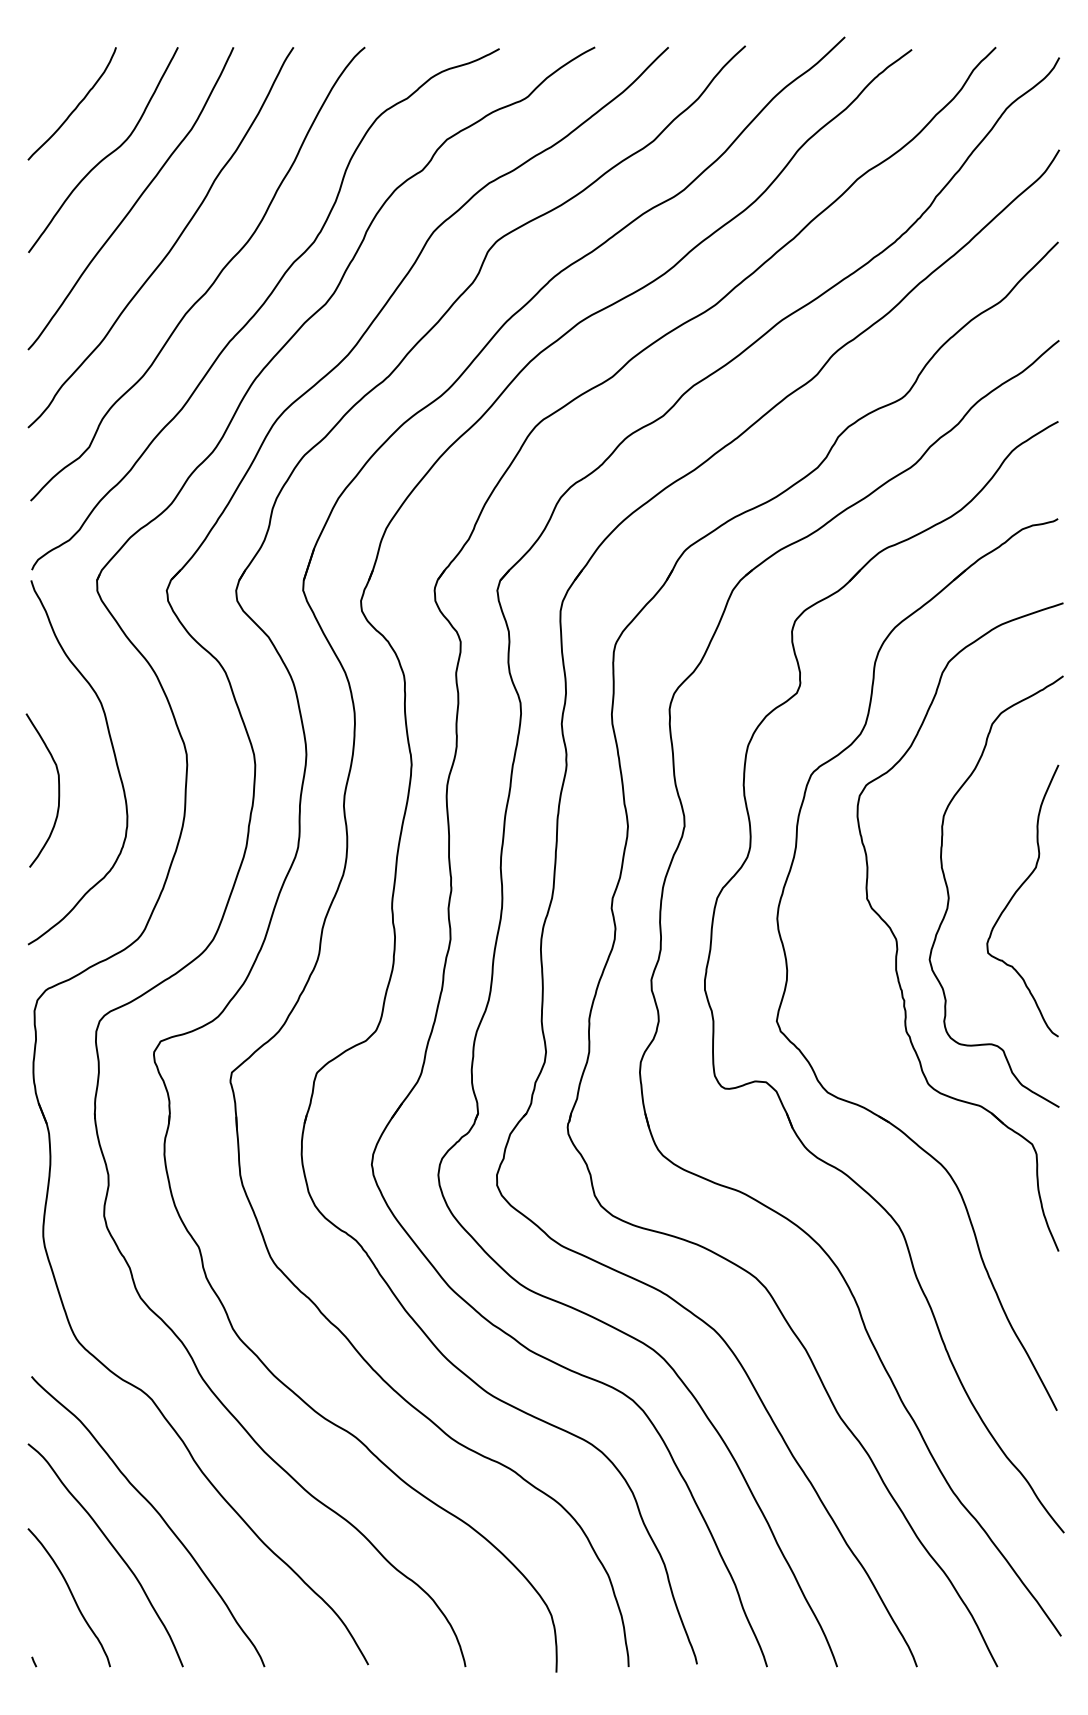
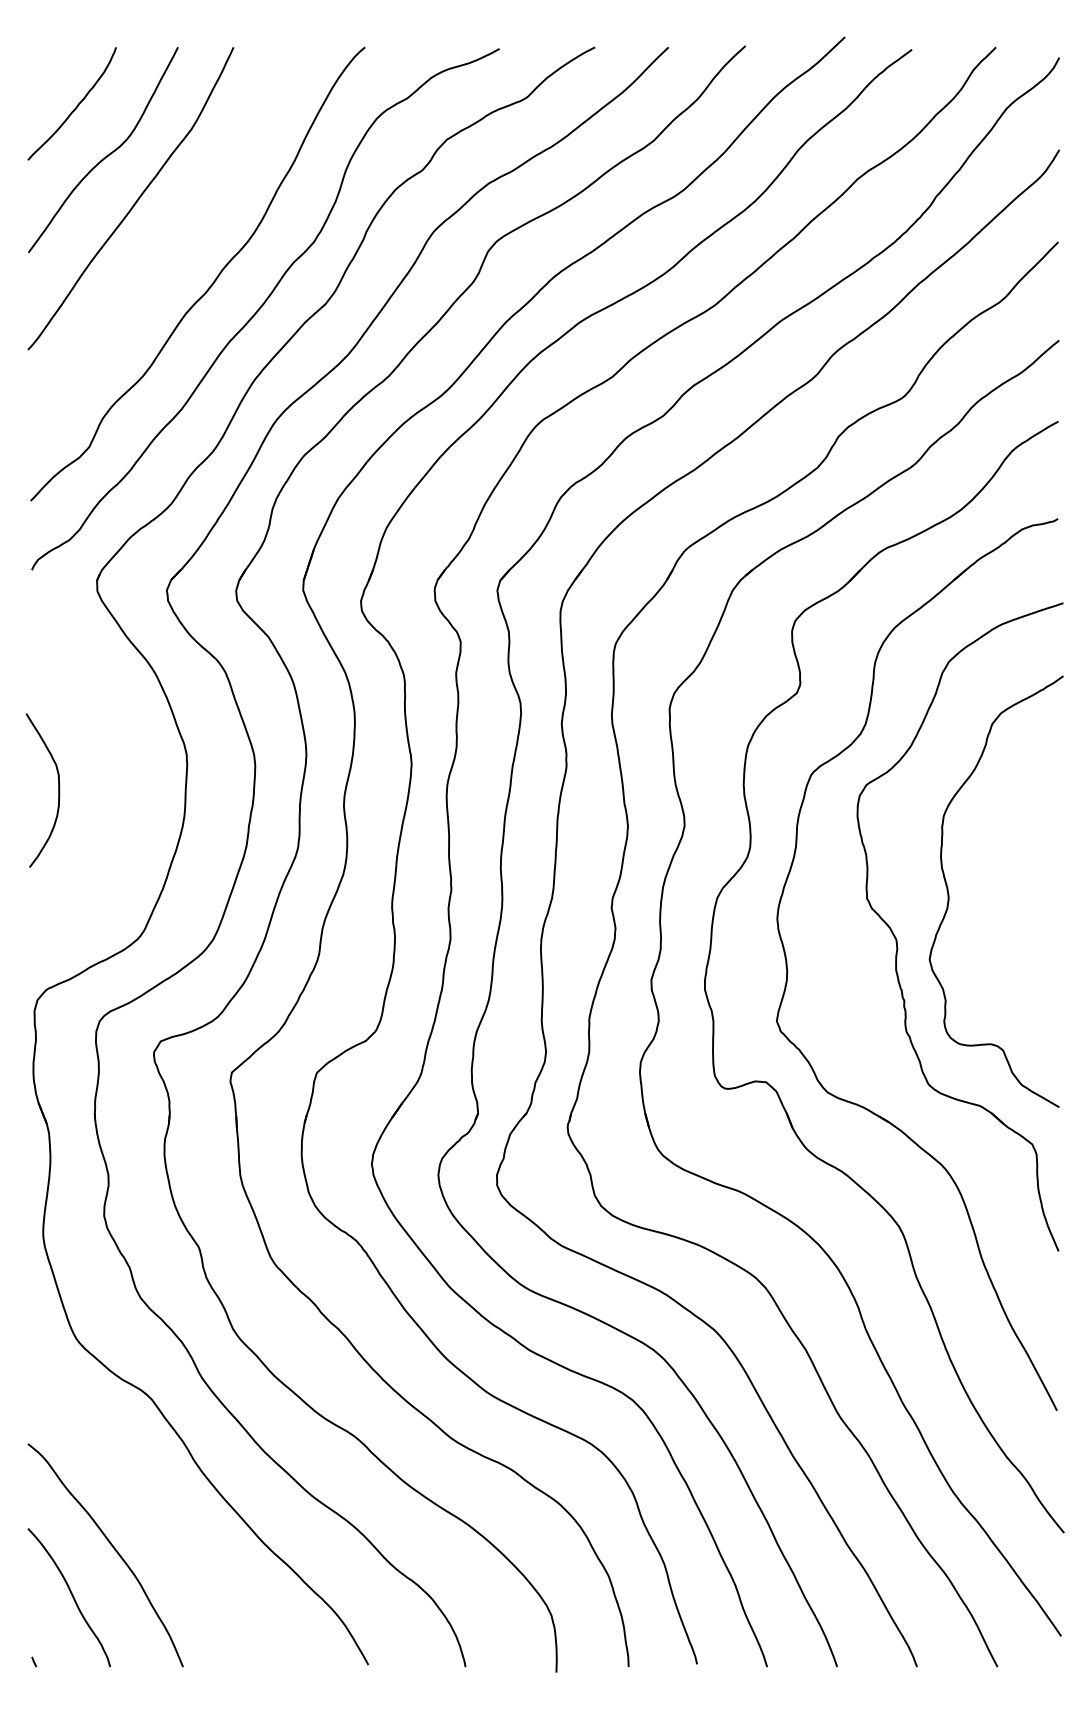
curve at (172, 245): present -> none
curve at (113, 754): present -> none
curve at (1014, 896): present -> none
curve at (156, 1512): present -> none
